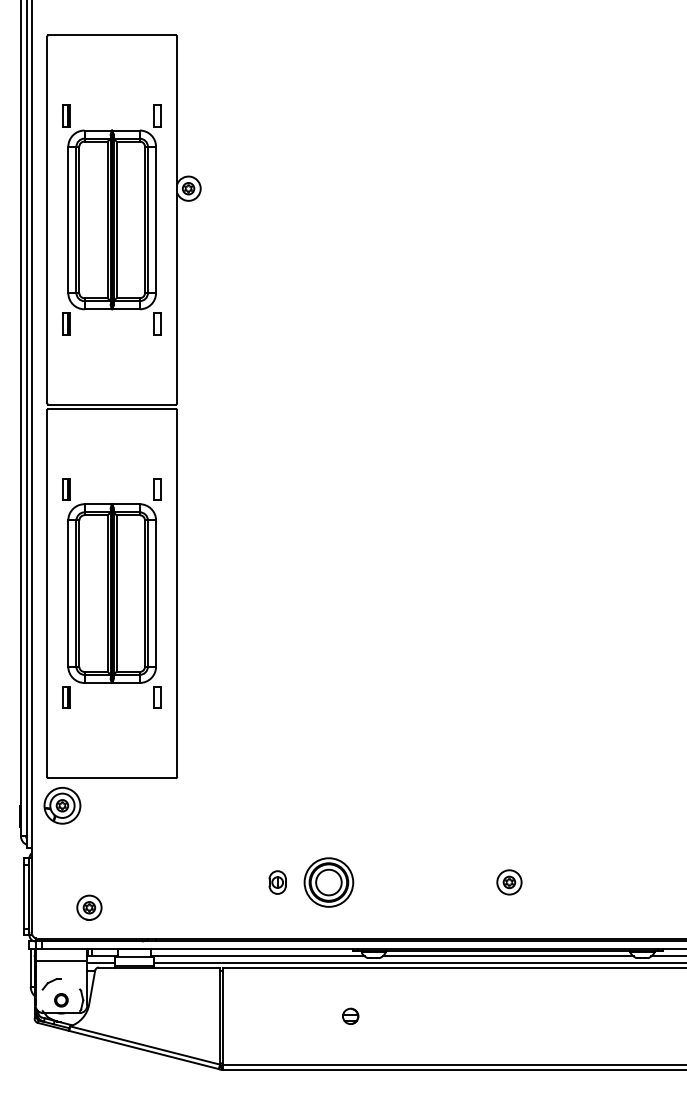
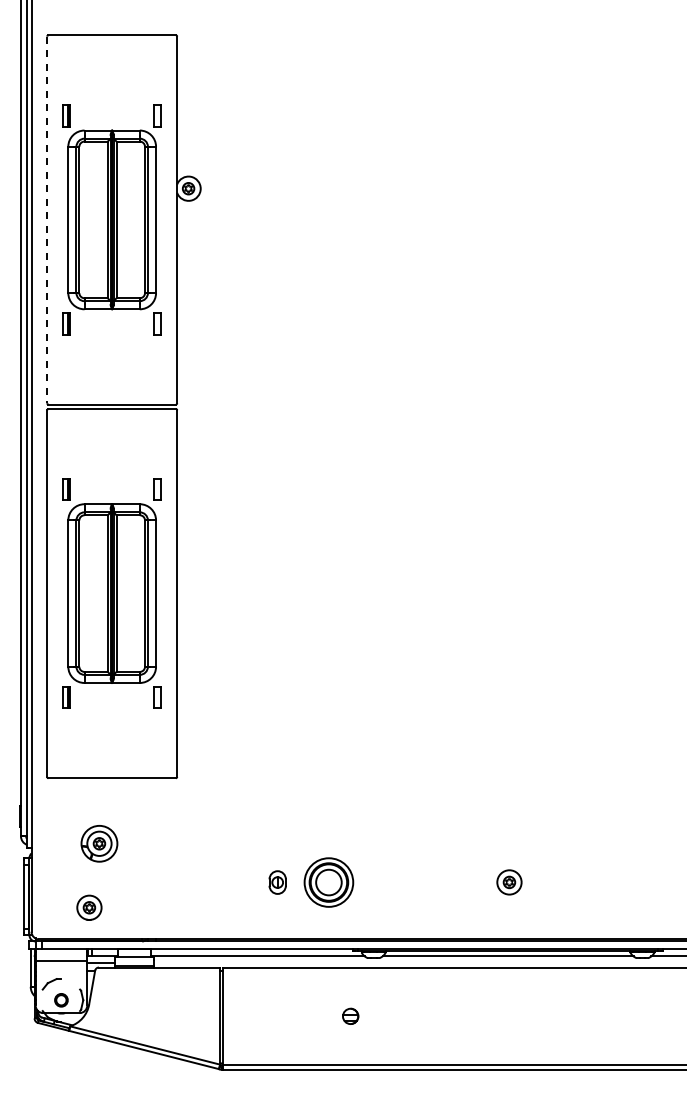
line at (47, 220): solid -> dashed
part at (62, 805) position: (62, 805) -> (99, 843)
line at (418, 962): present -> none
